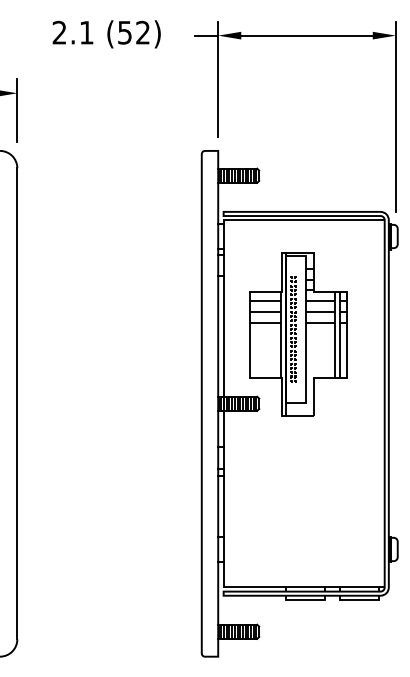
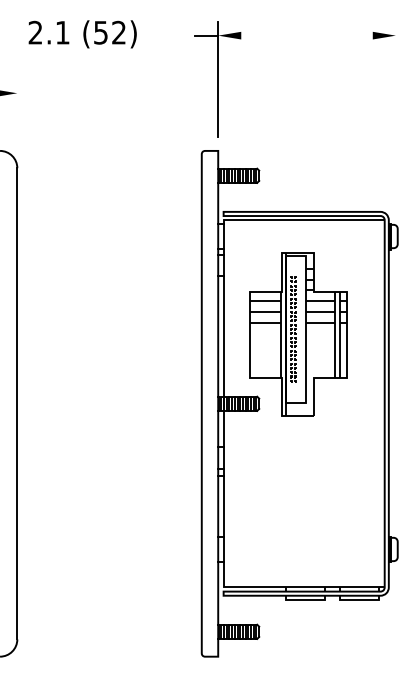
text at (106, 34) position: (106, 34) -> (82, 34)
line at (306, 35): present -> none
line at (17, 110): present -> none
line at (395, 116): present -> none
